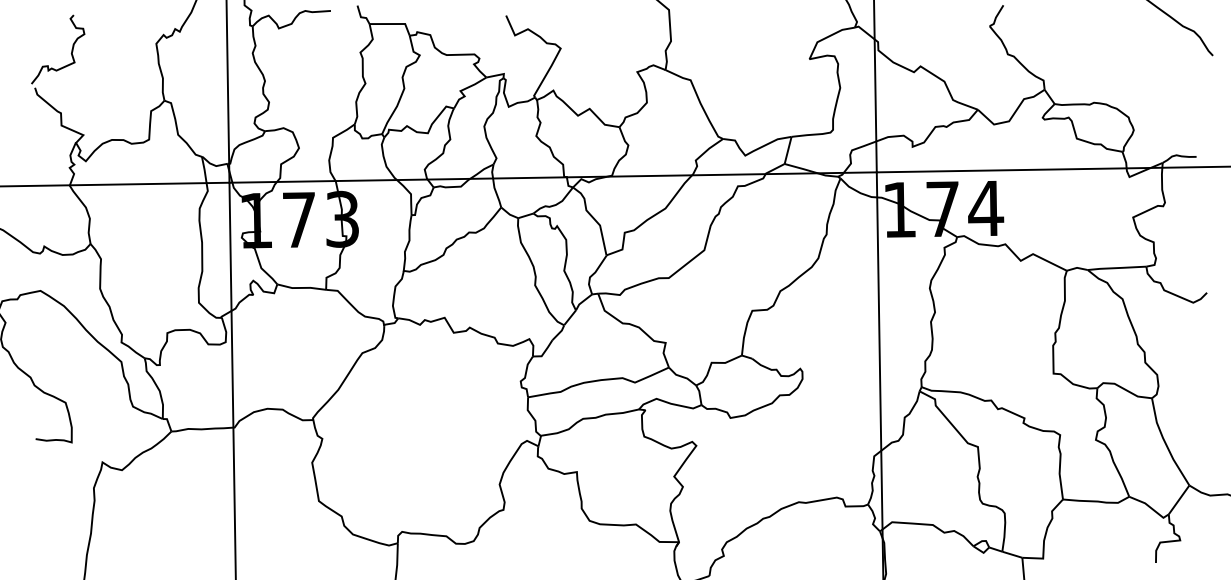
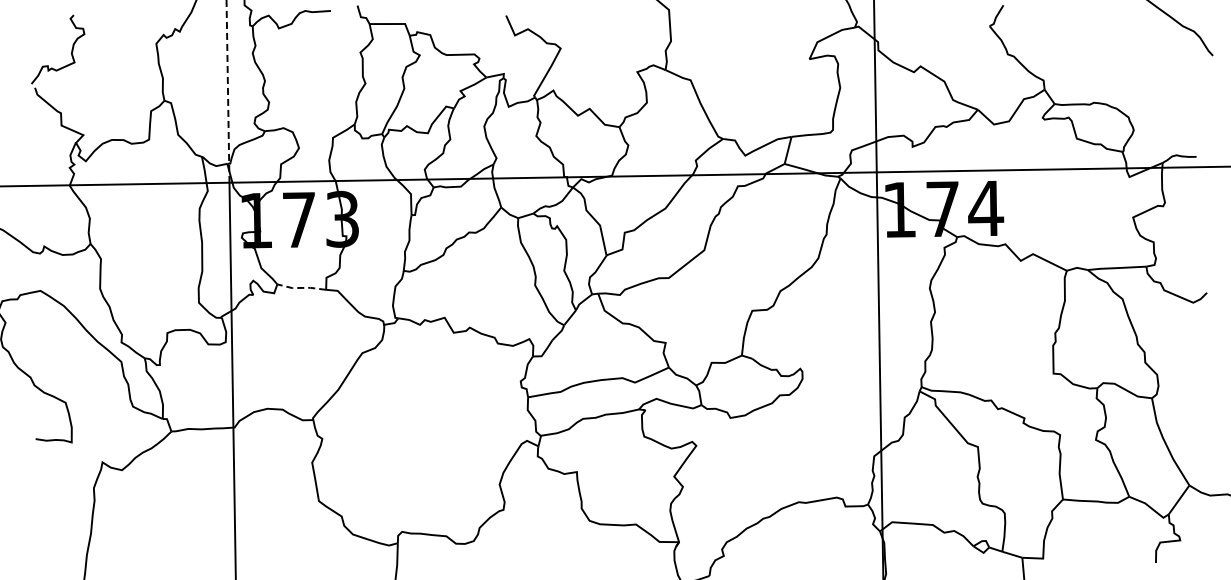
line at (228, 91): solid -> dashed
line at (300, 287): solid -> dashed
